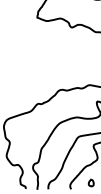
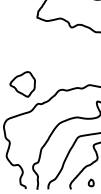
part at (22, 84): none -> present
